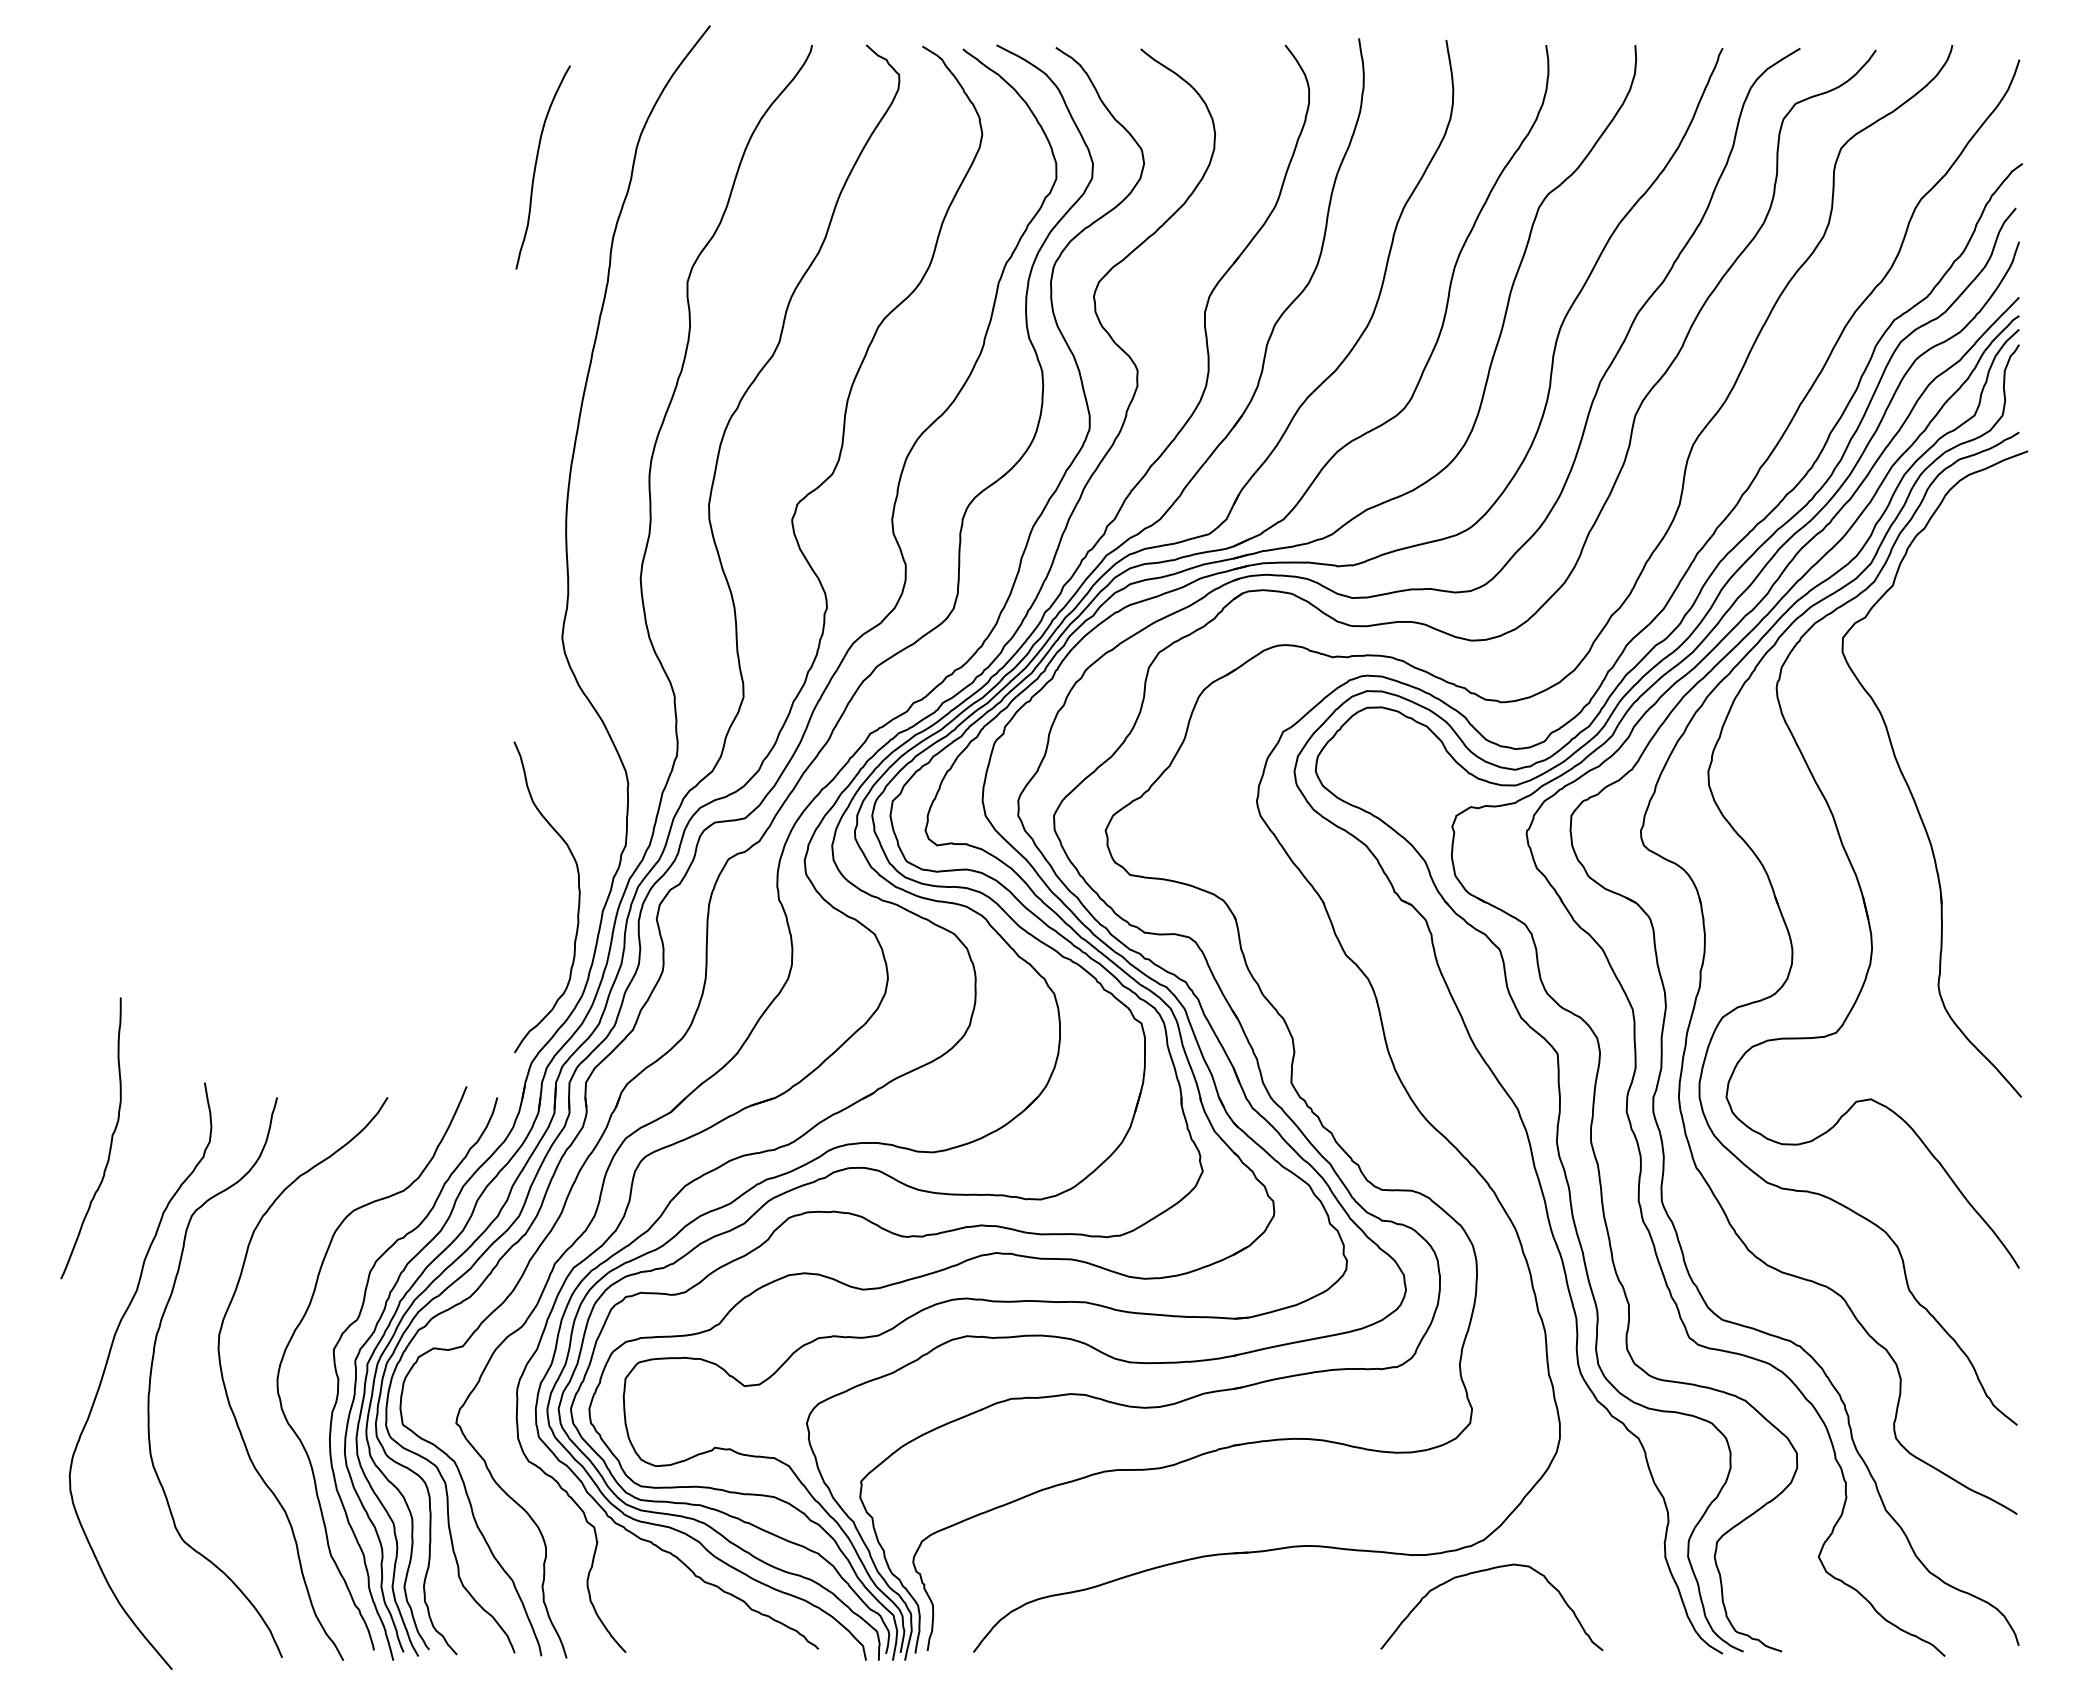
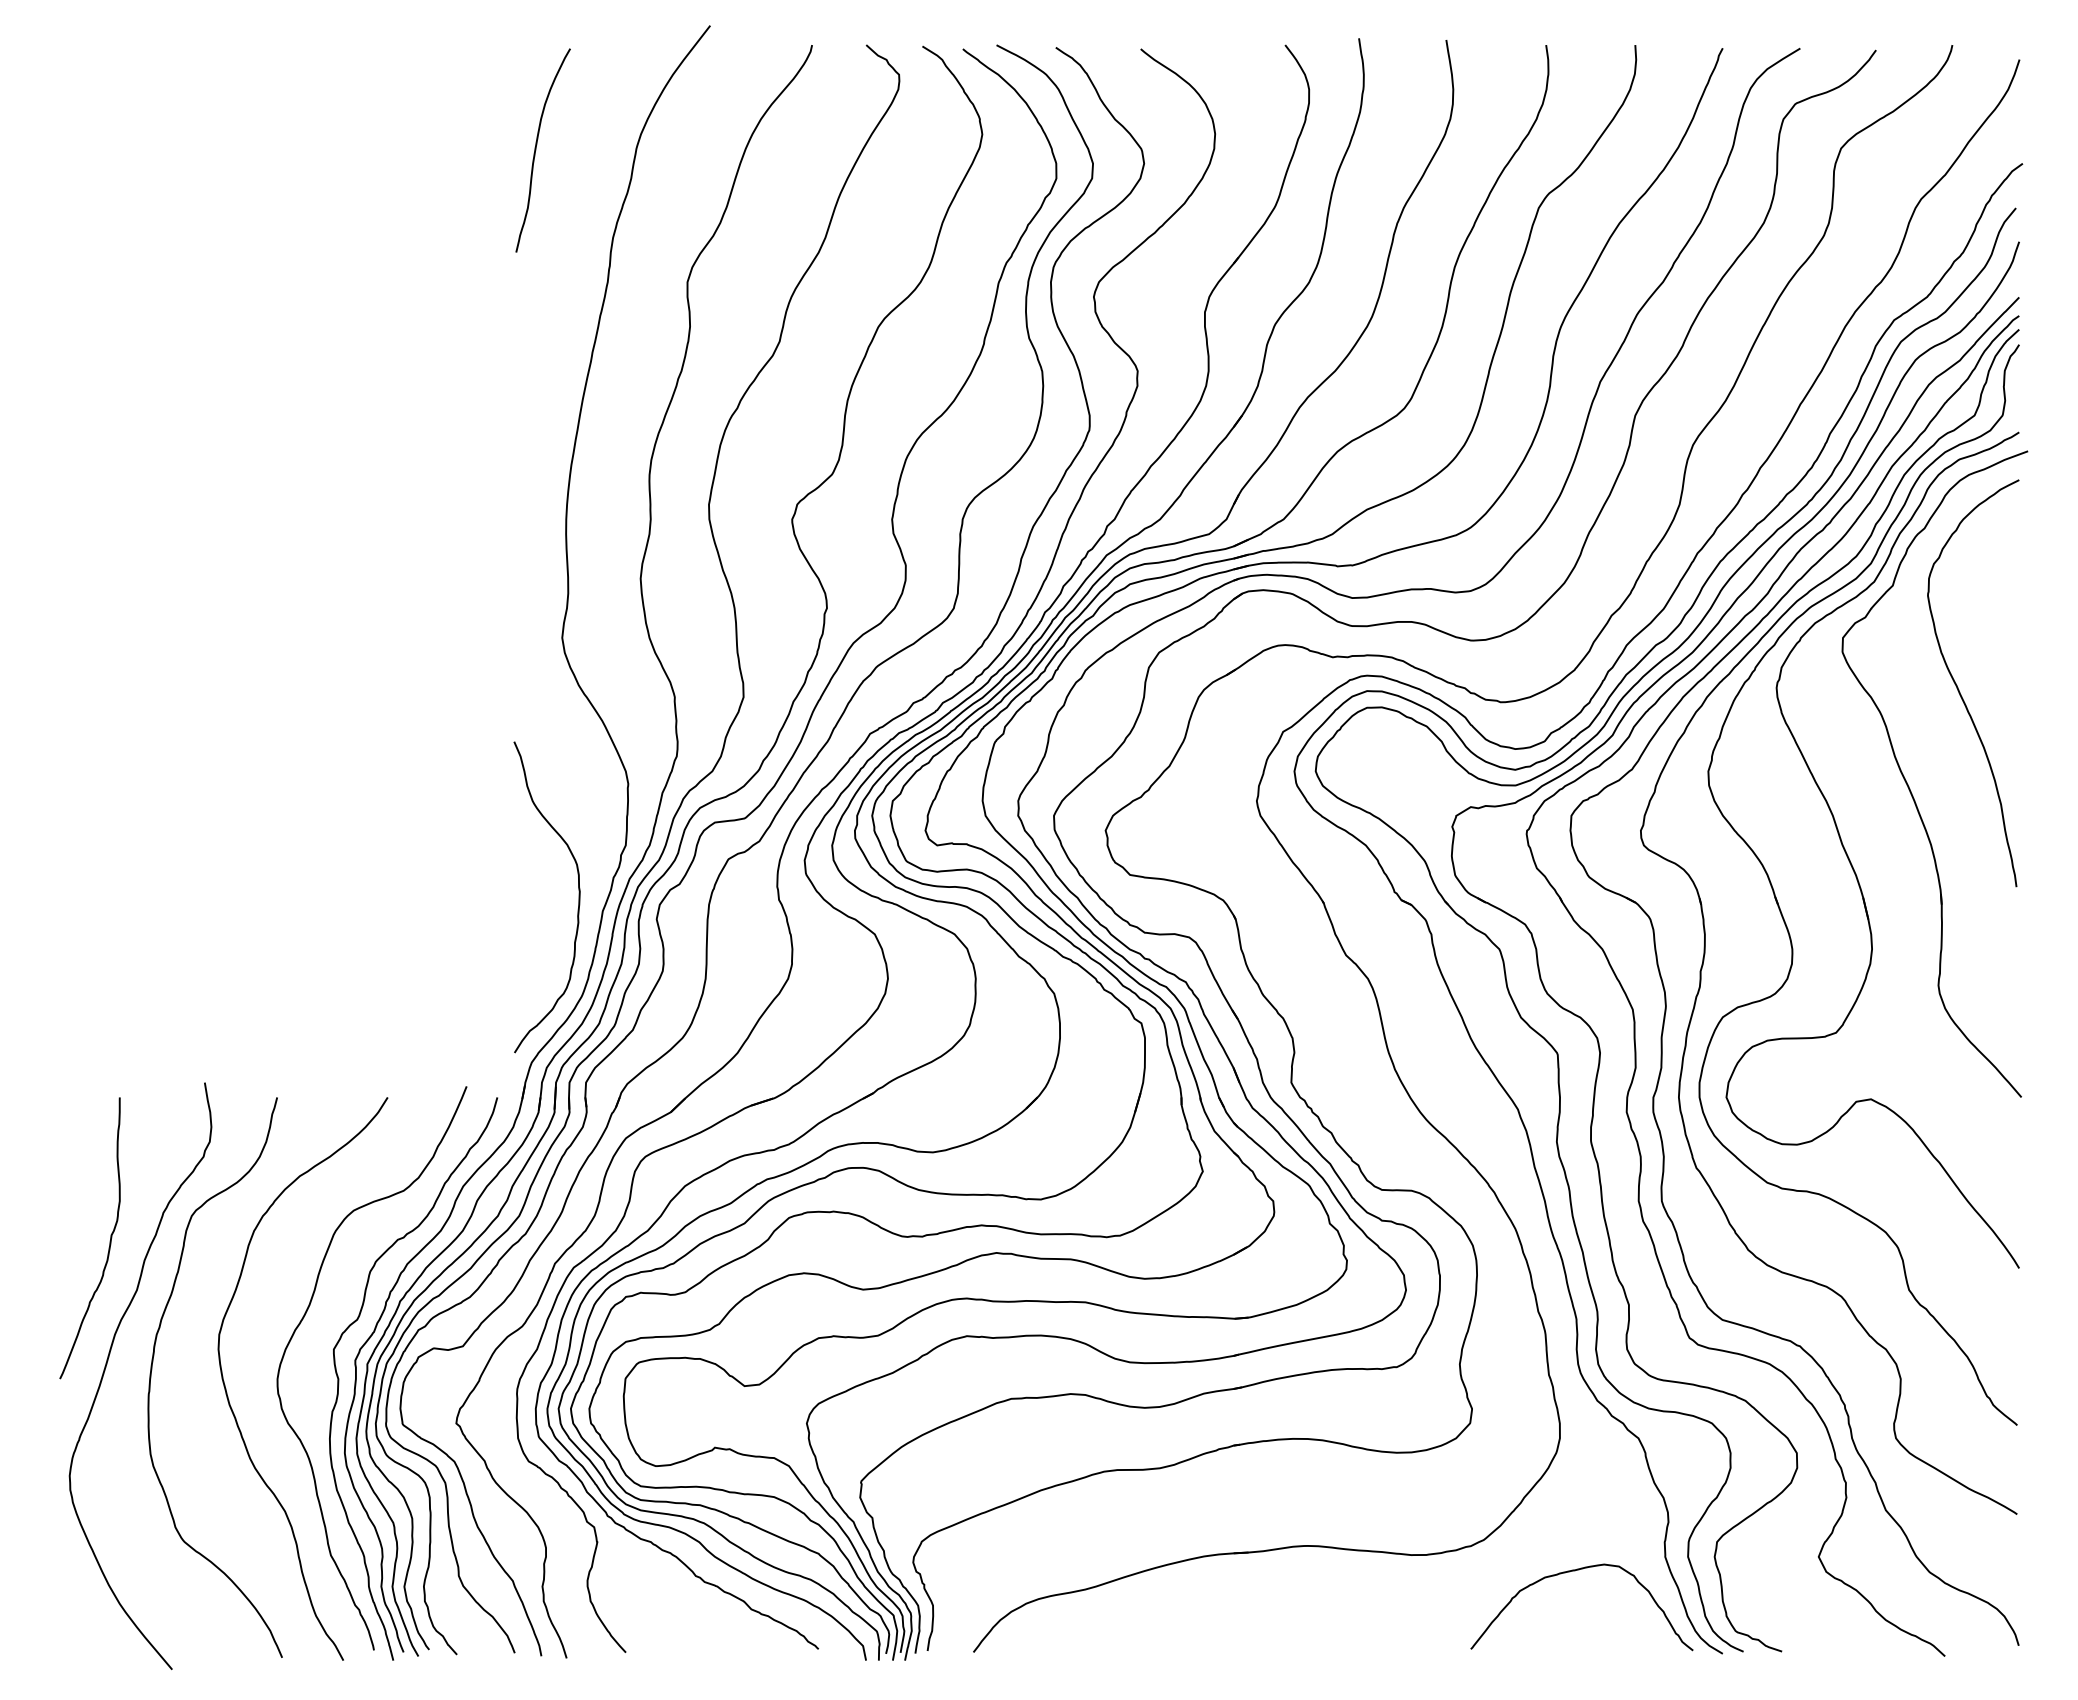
curve at (536, 167) position: (536, 167) -> (536, 150)
curve at (1959, 689): none -> present
curve at (110, 1141) position: (110, 1141) -> (109, 1241)
curve at (1485, 1571) position: (1485, 1571) -> (1575, 1571)
